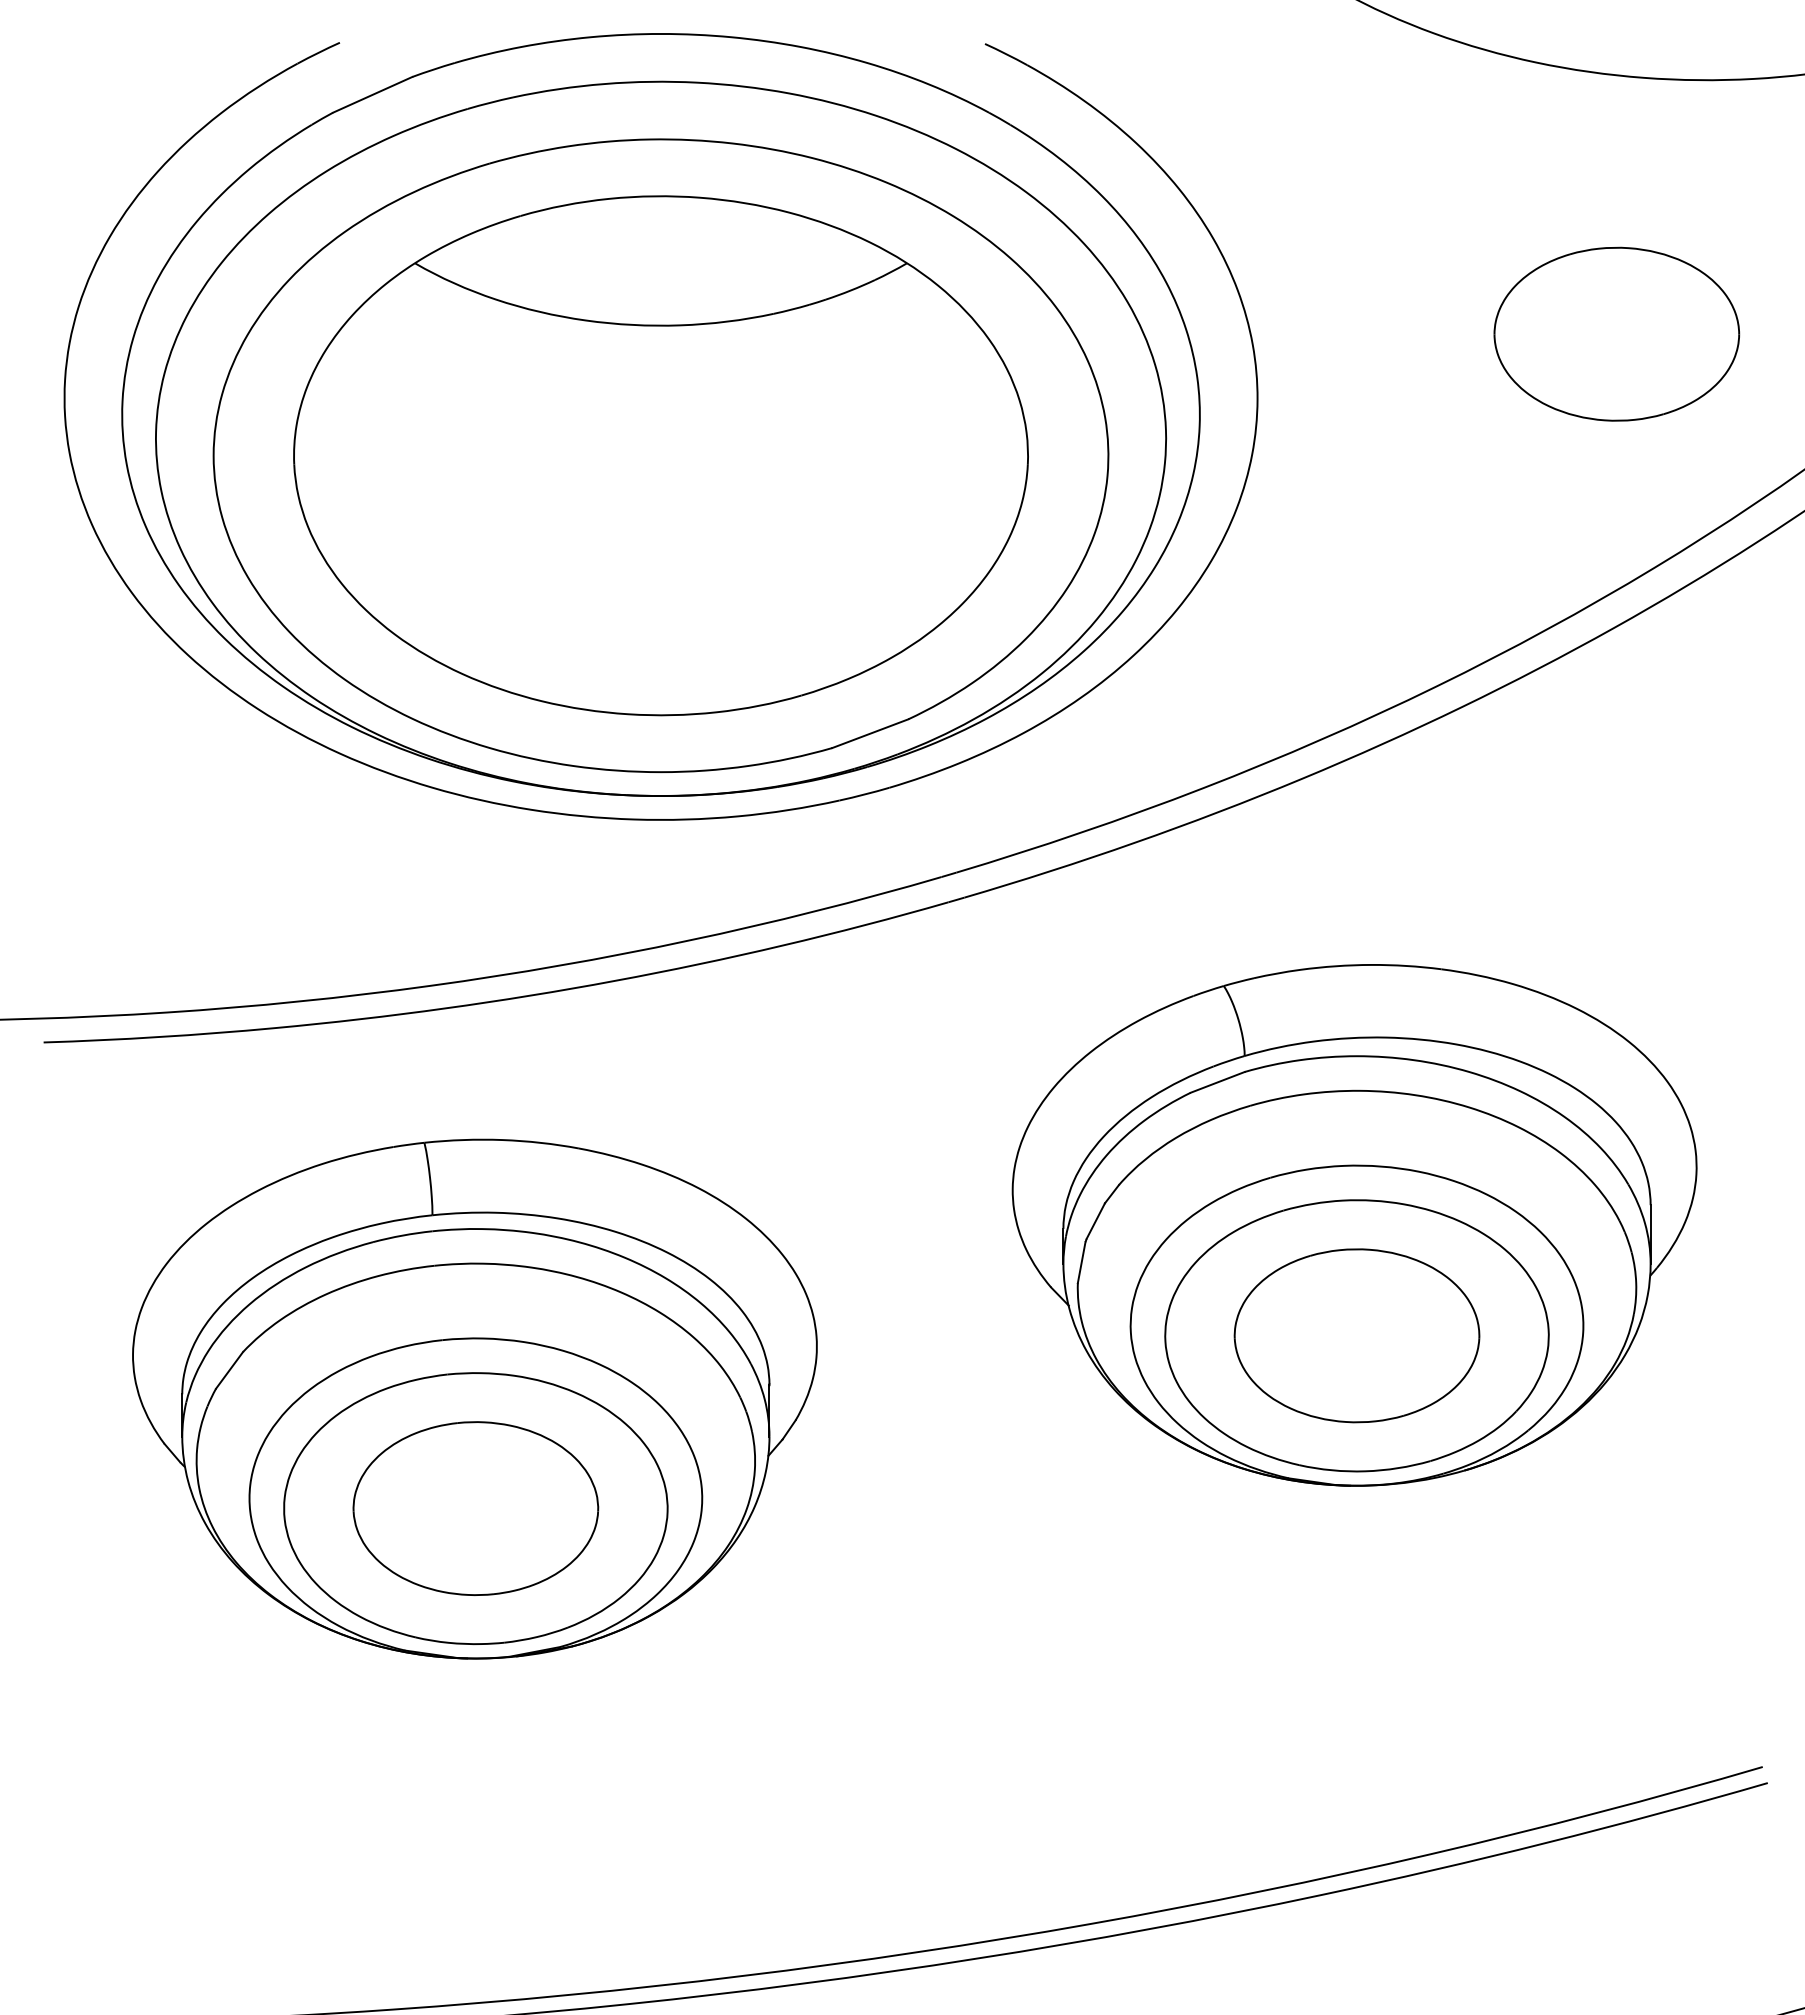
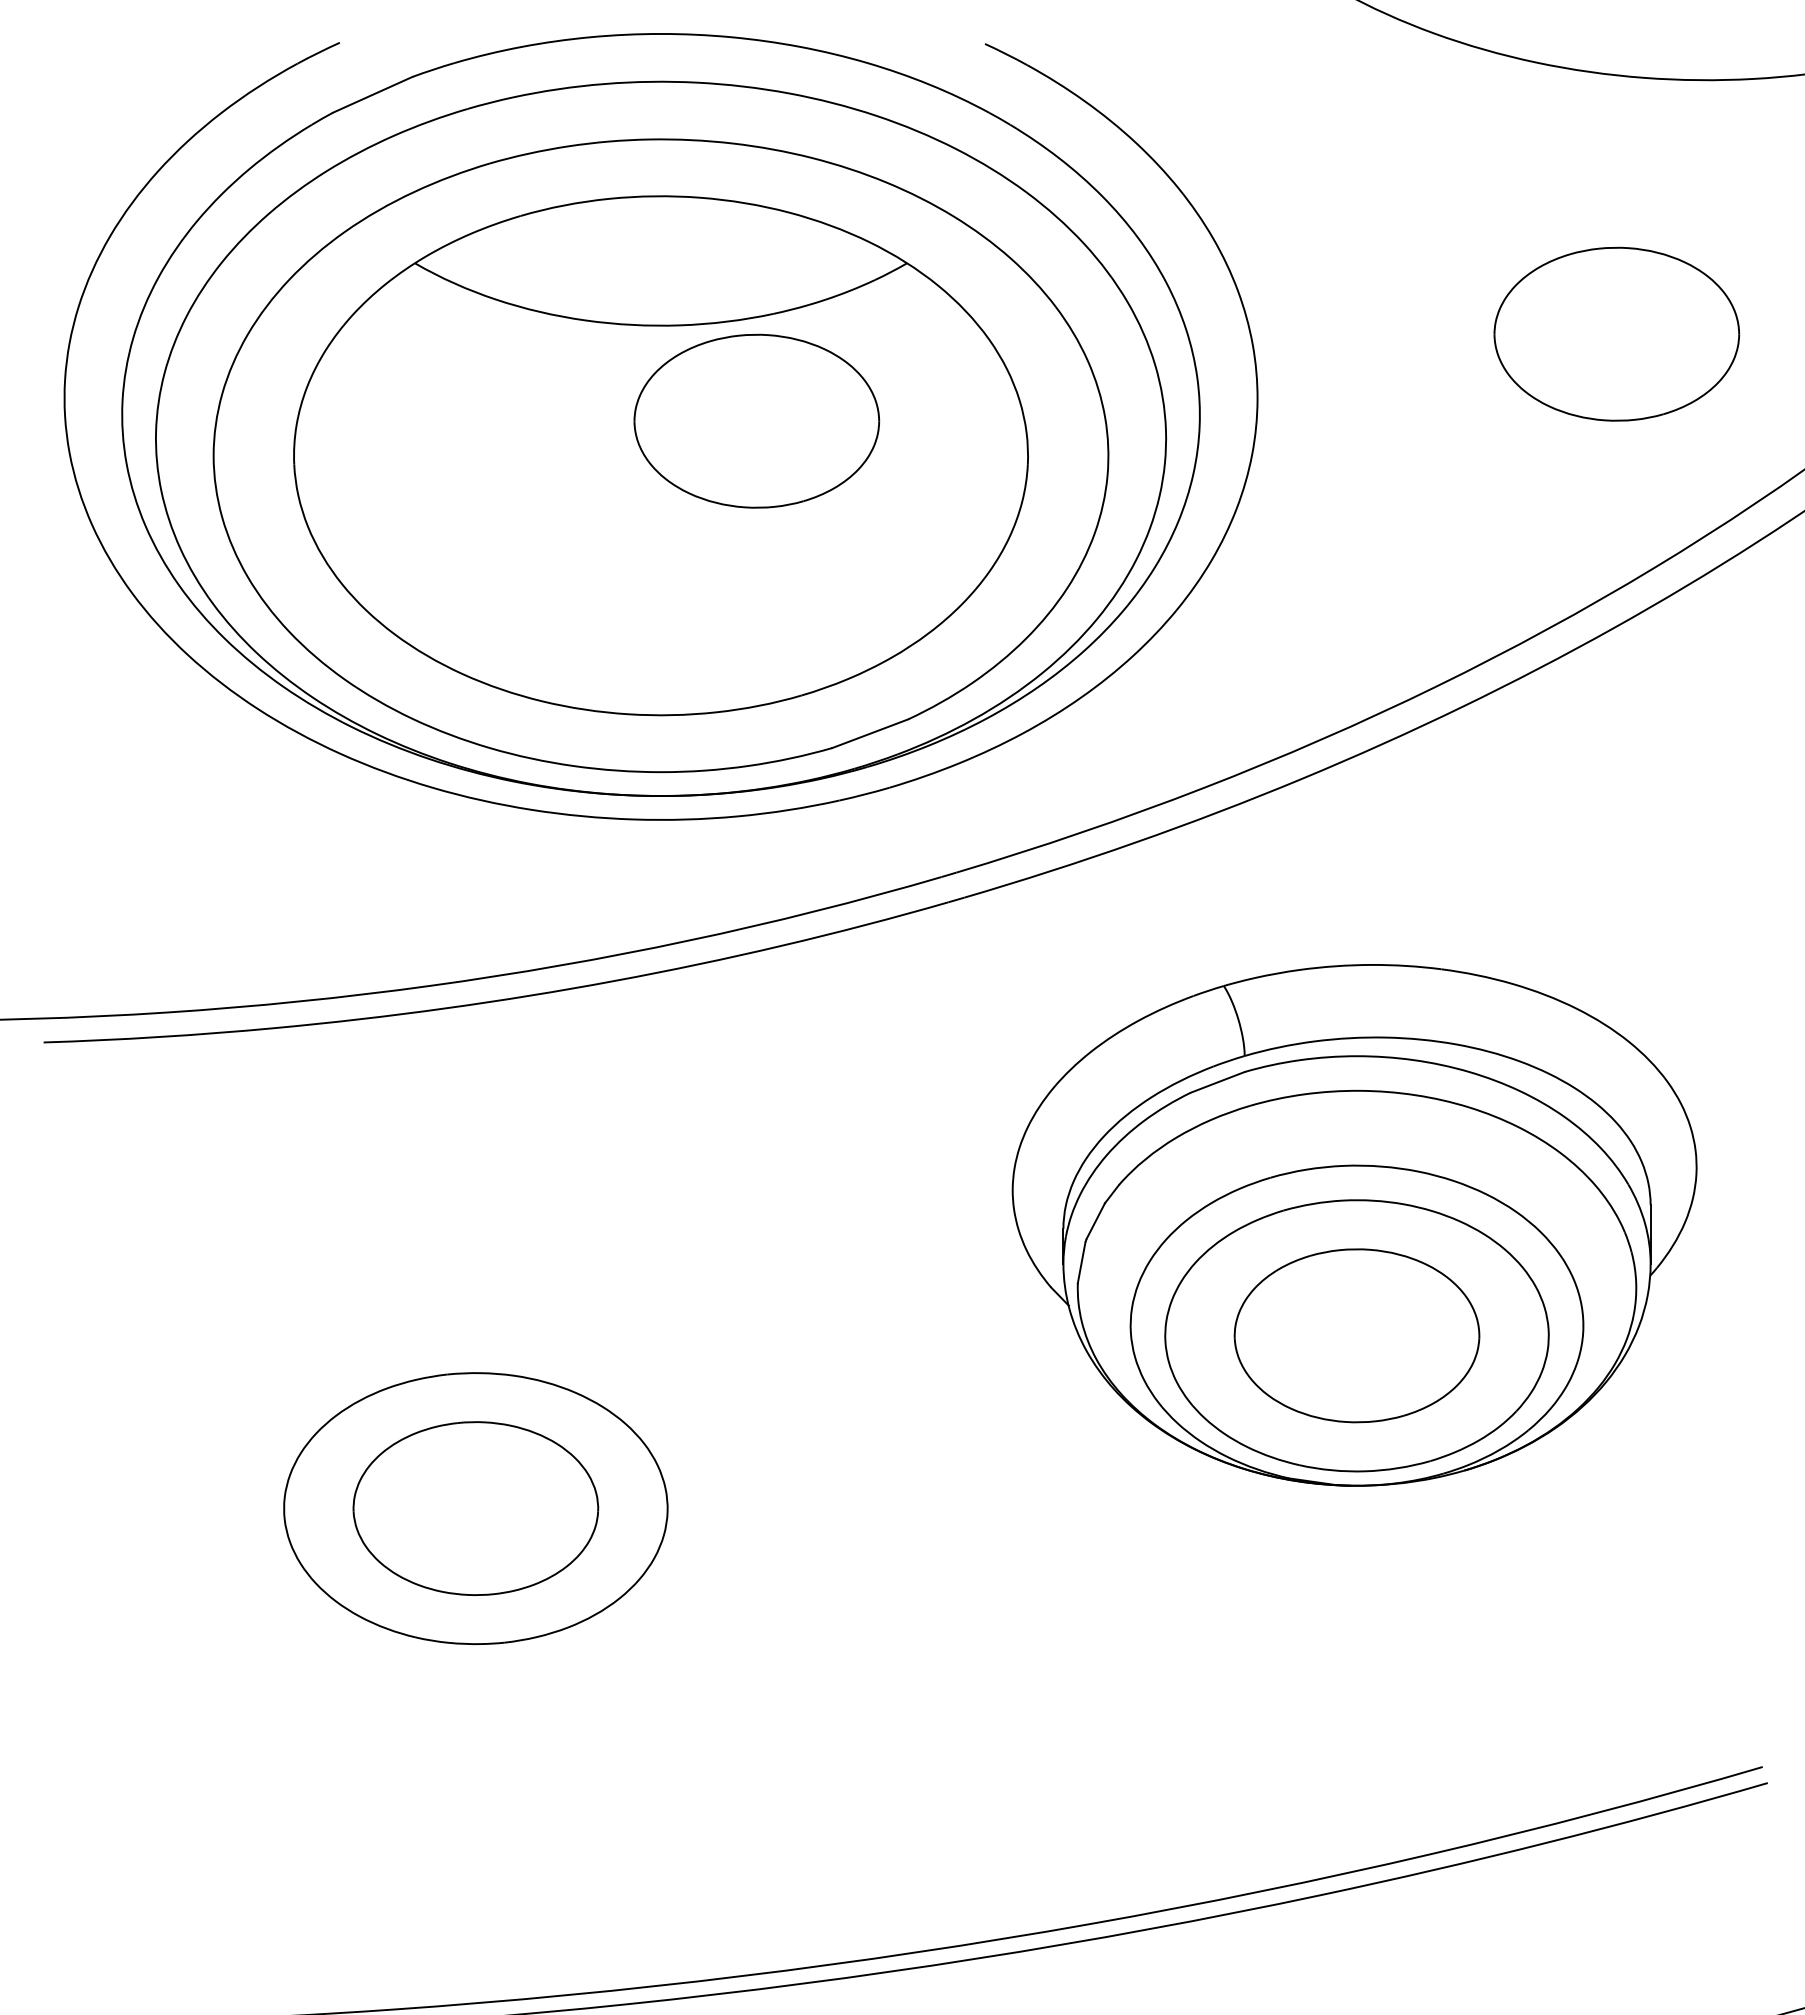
part at (756, 420): none -> present
part at (474, 1398): present -> none
